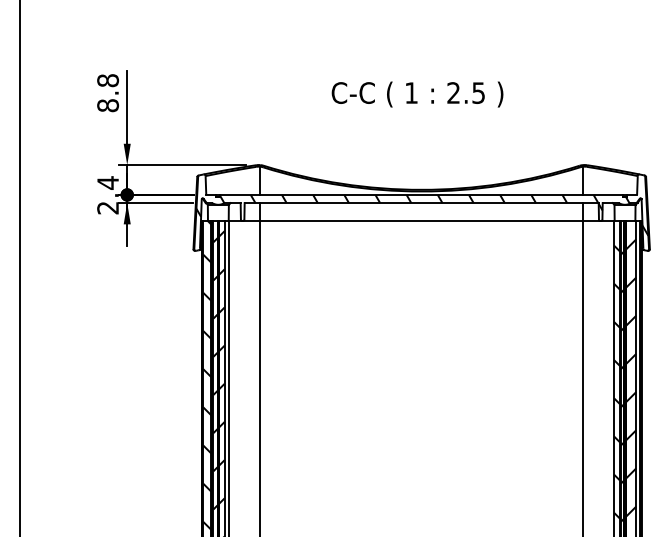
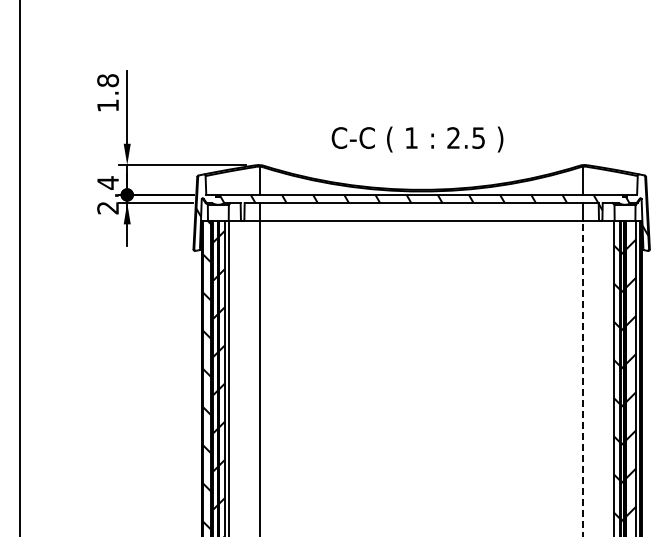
text at (417, 94) position: (417, 94) -> (417, 139)
text at (108, 105): 8.8 -> 1.8
line at (583, 378): solid -> dashed
